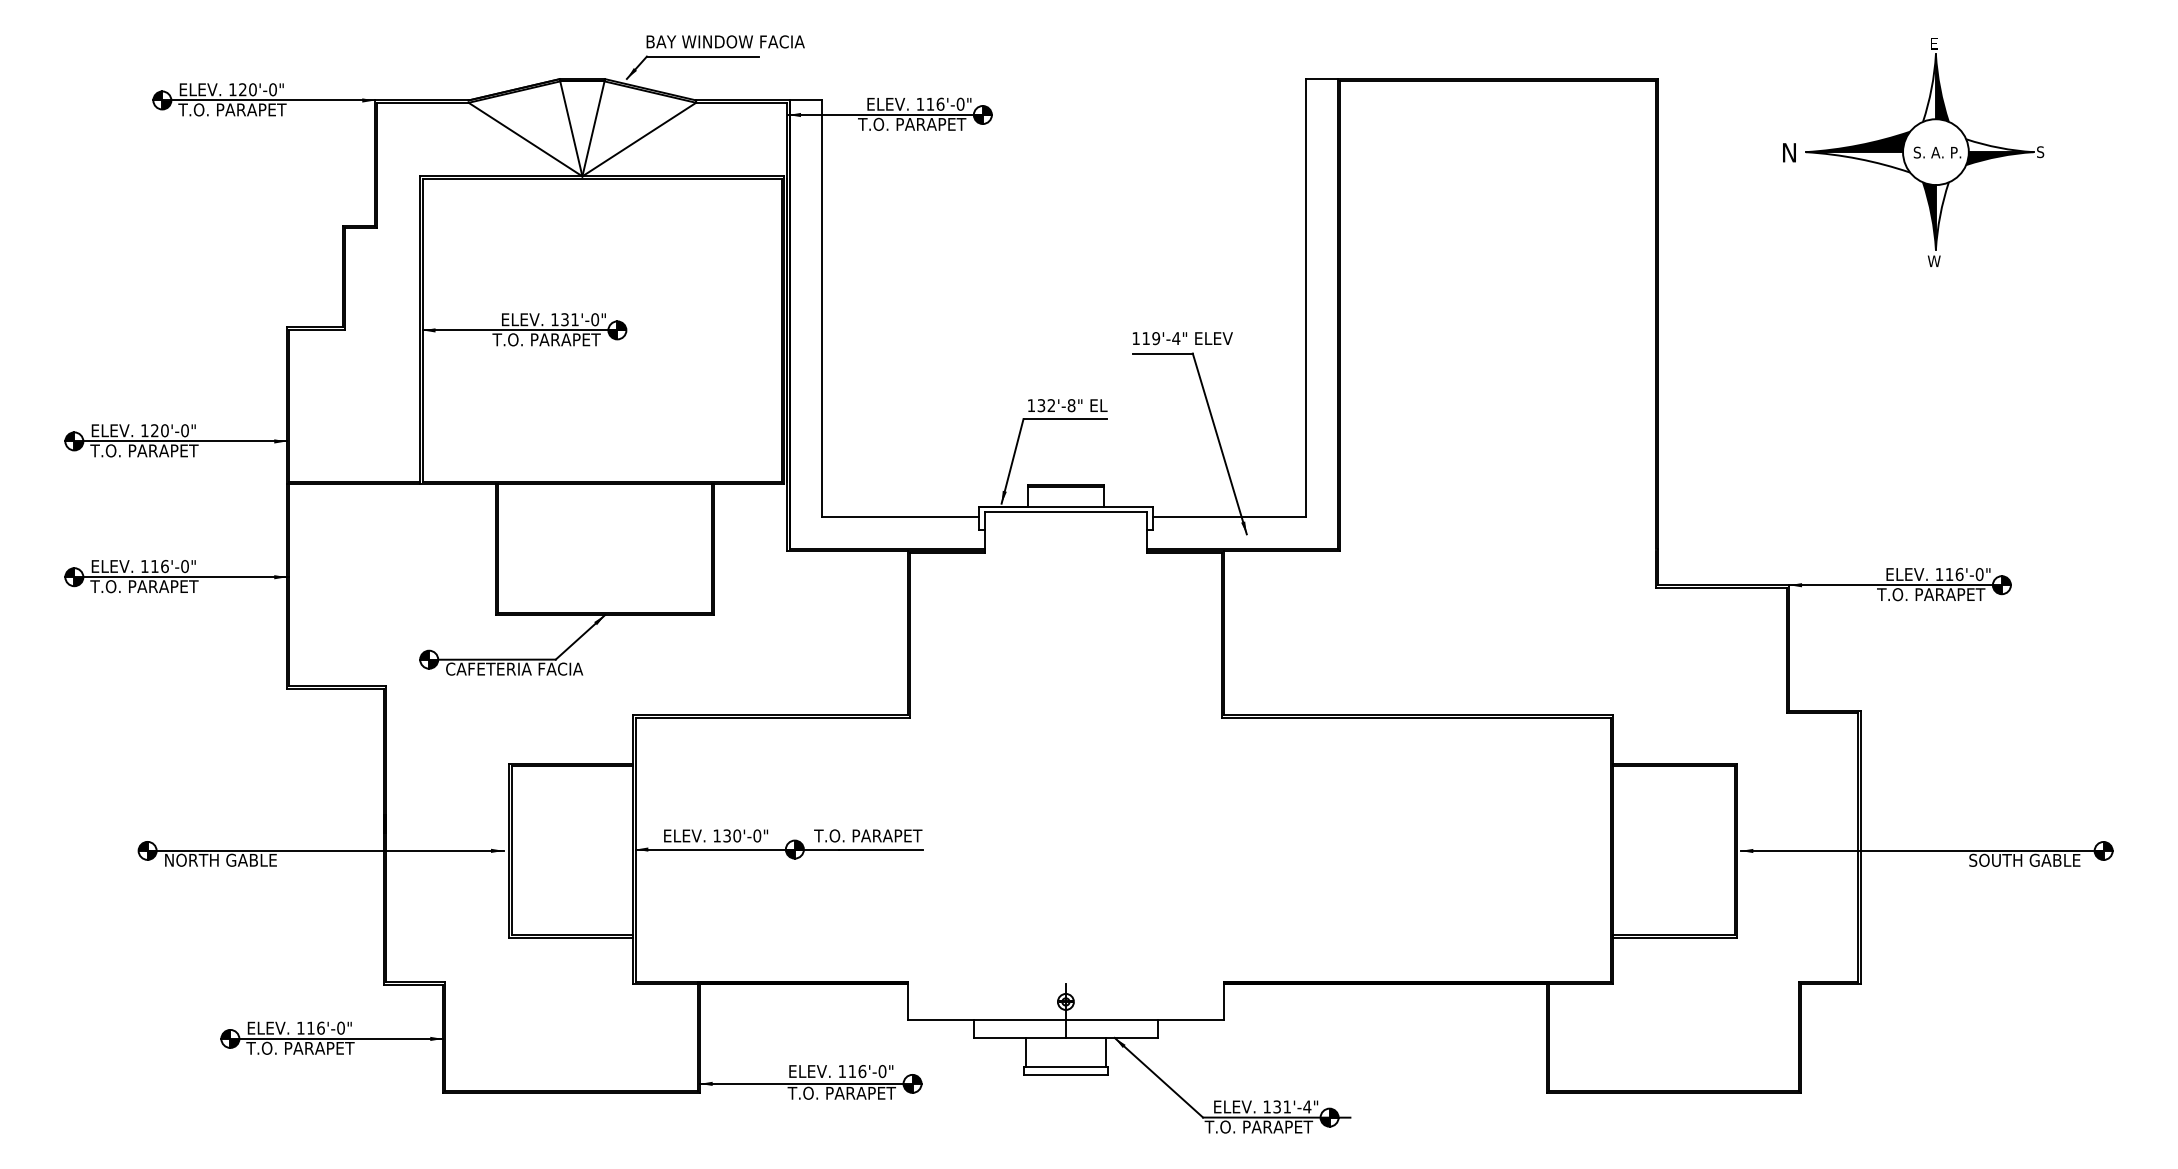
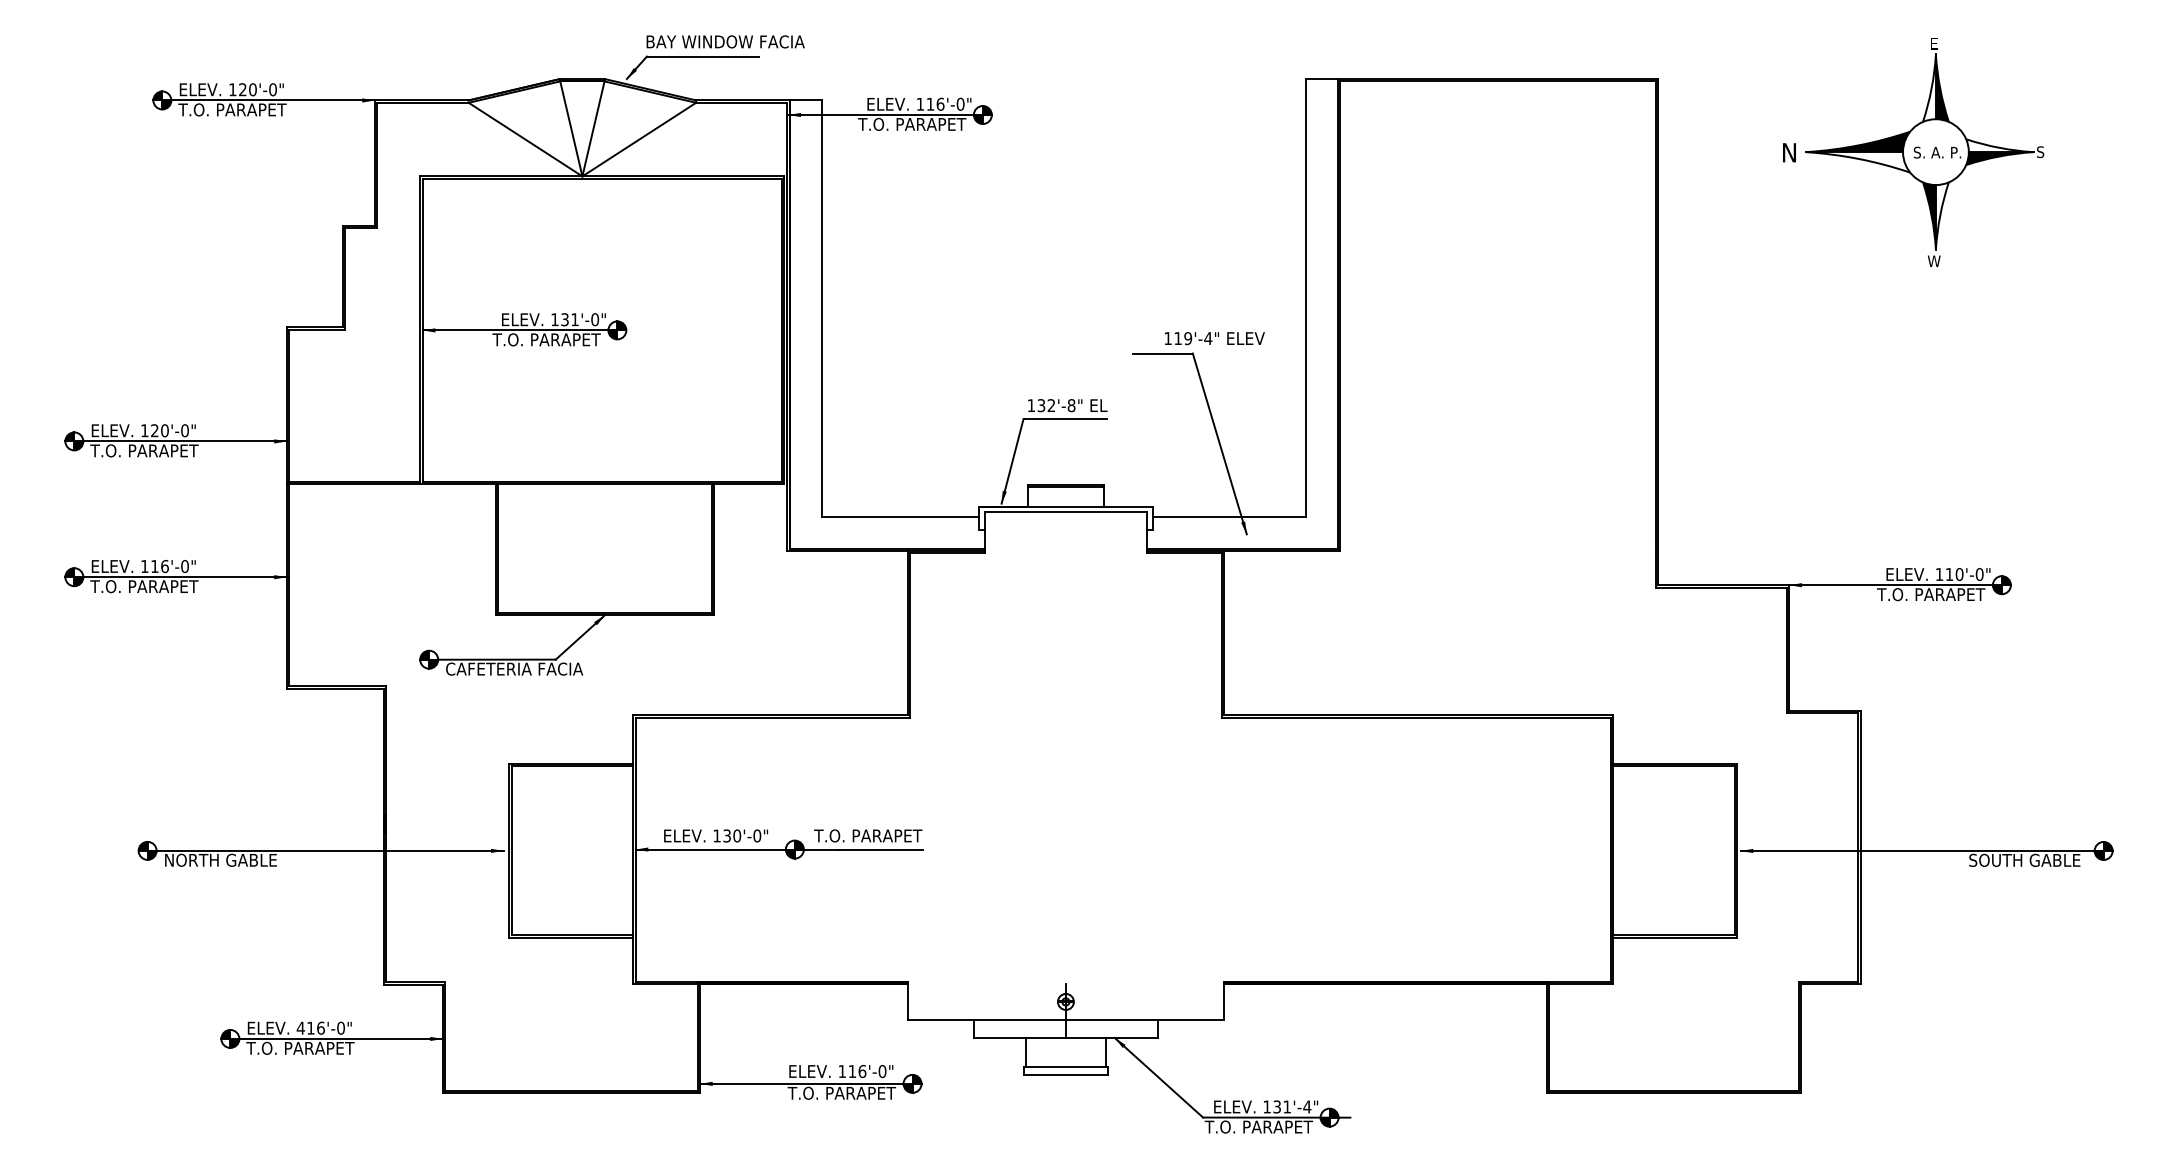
text at (1182, 338) position: (1182, 338) -> (1214, 338)
text at (1959, 574): 116'-0" -> 110'-0"
text at (300, 1027): 116'-0" -> 416'-0"
